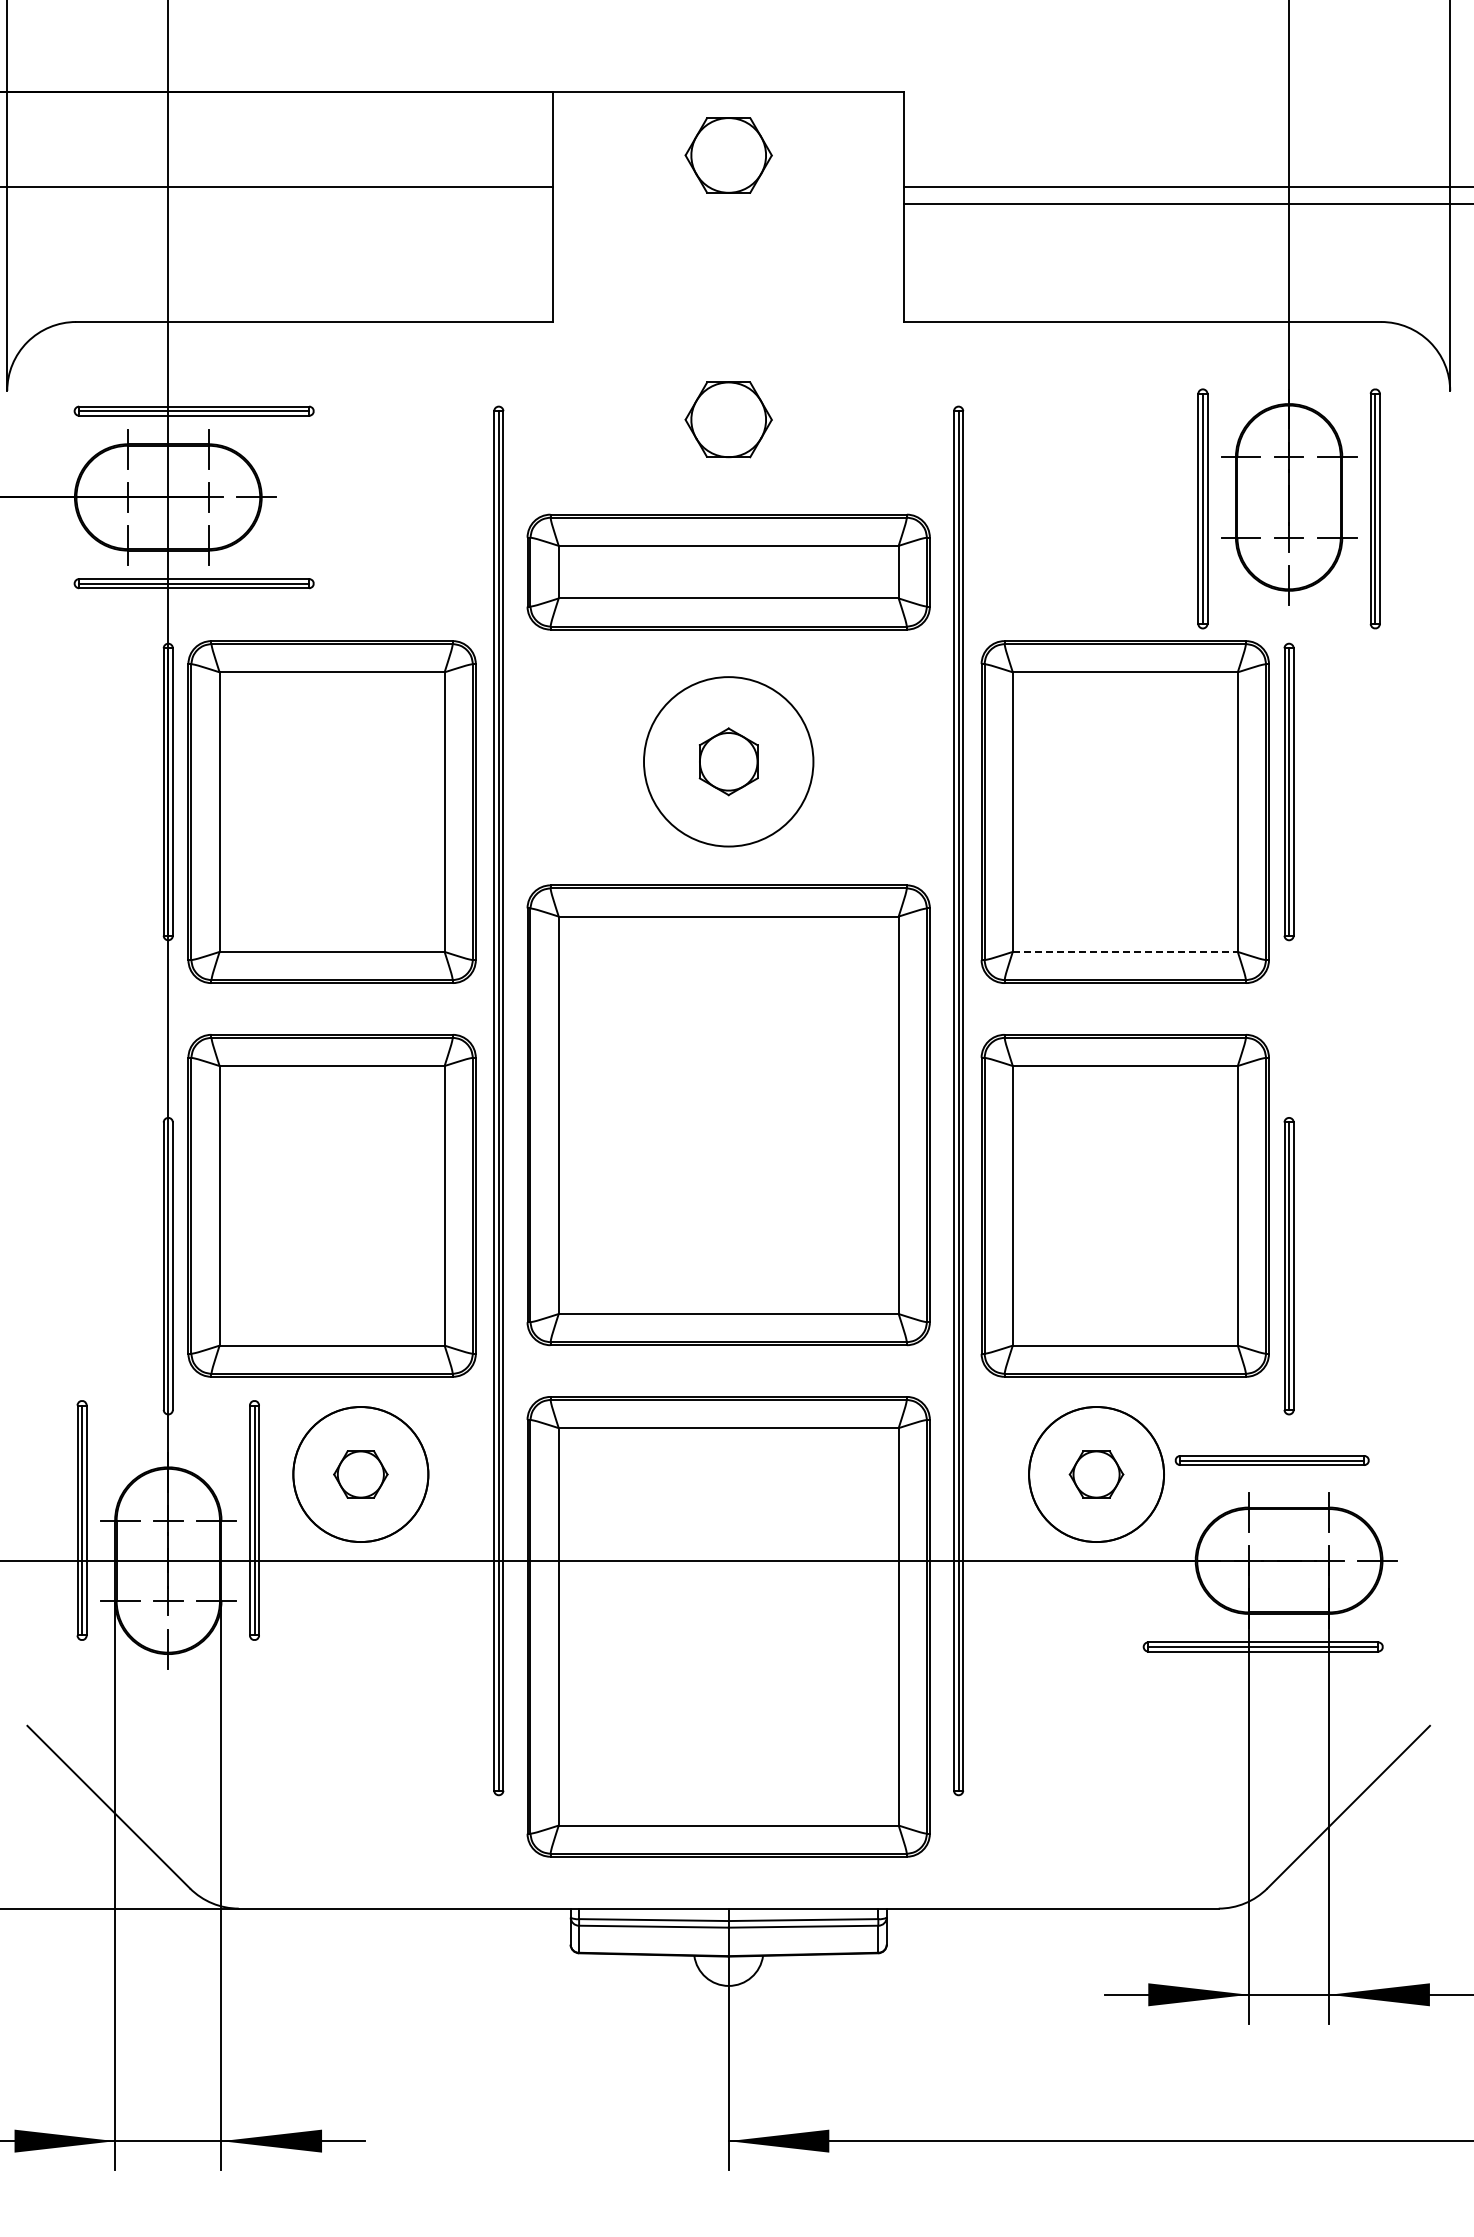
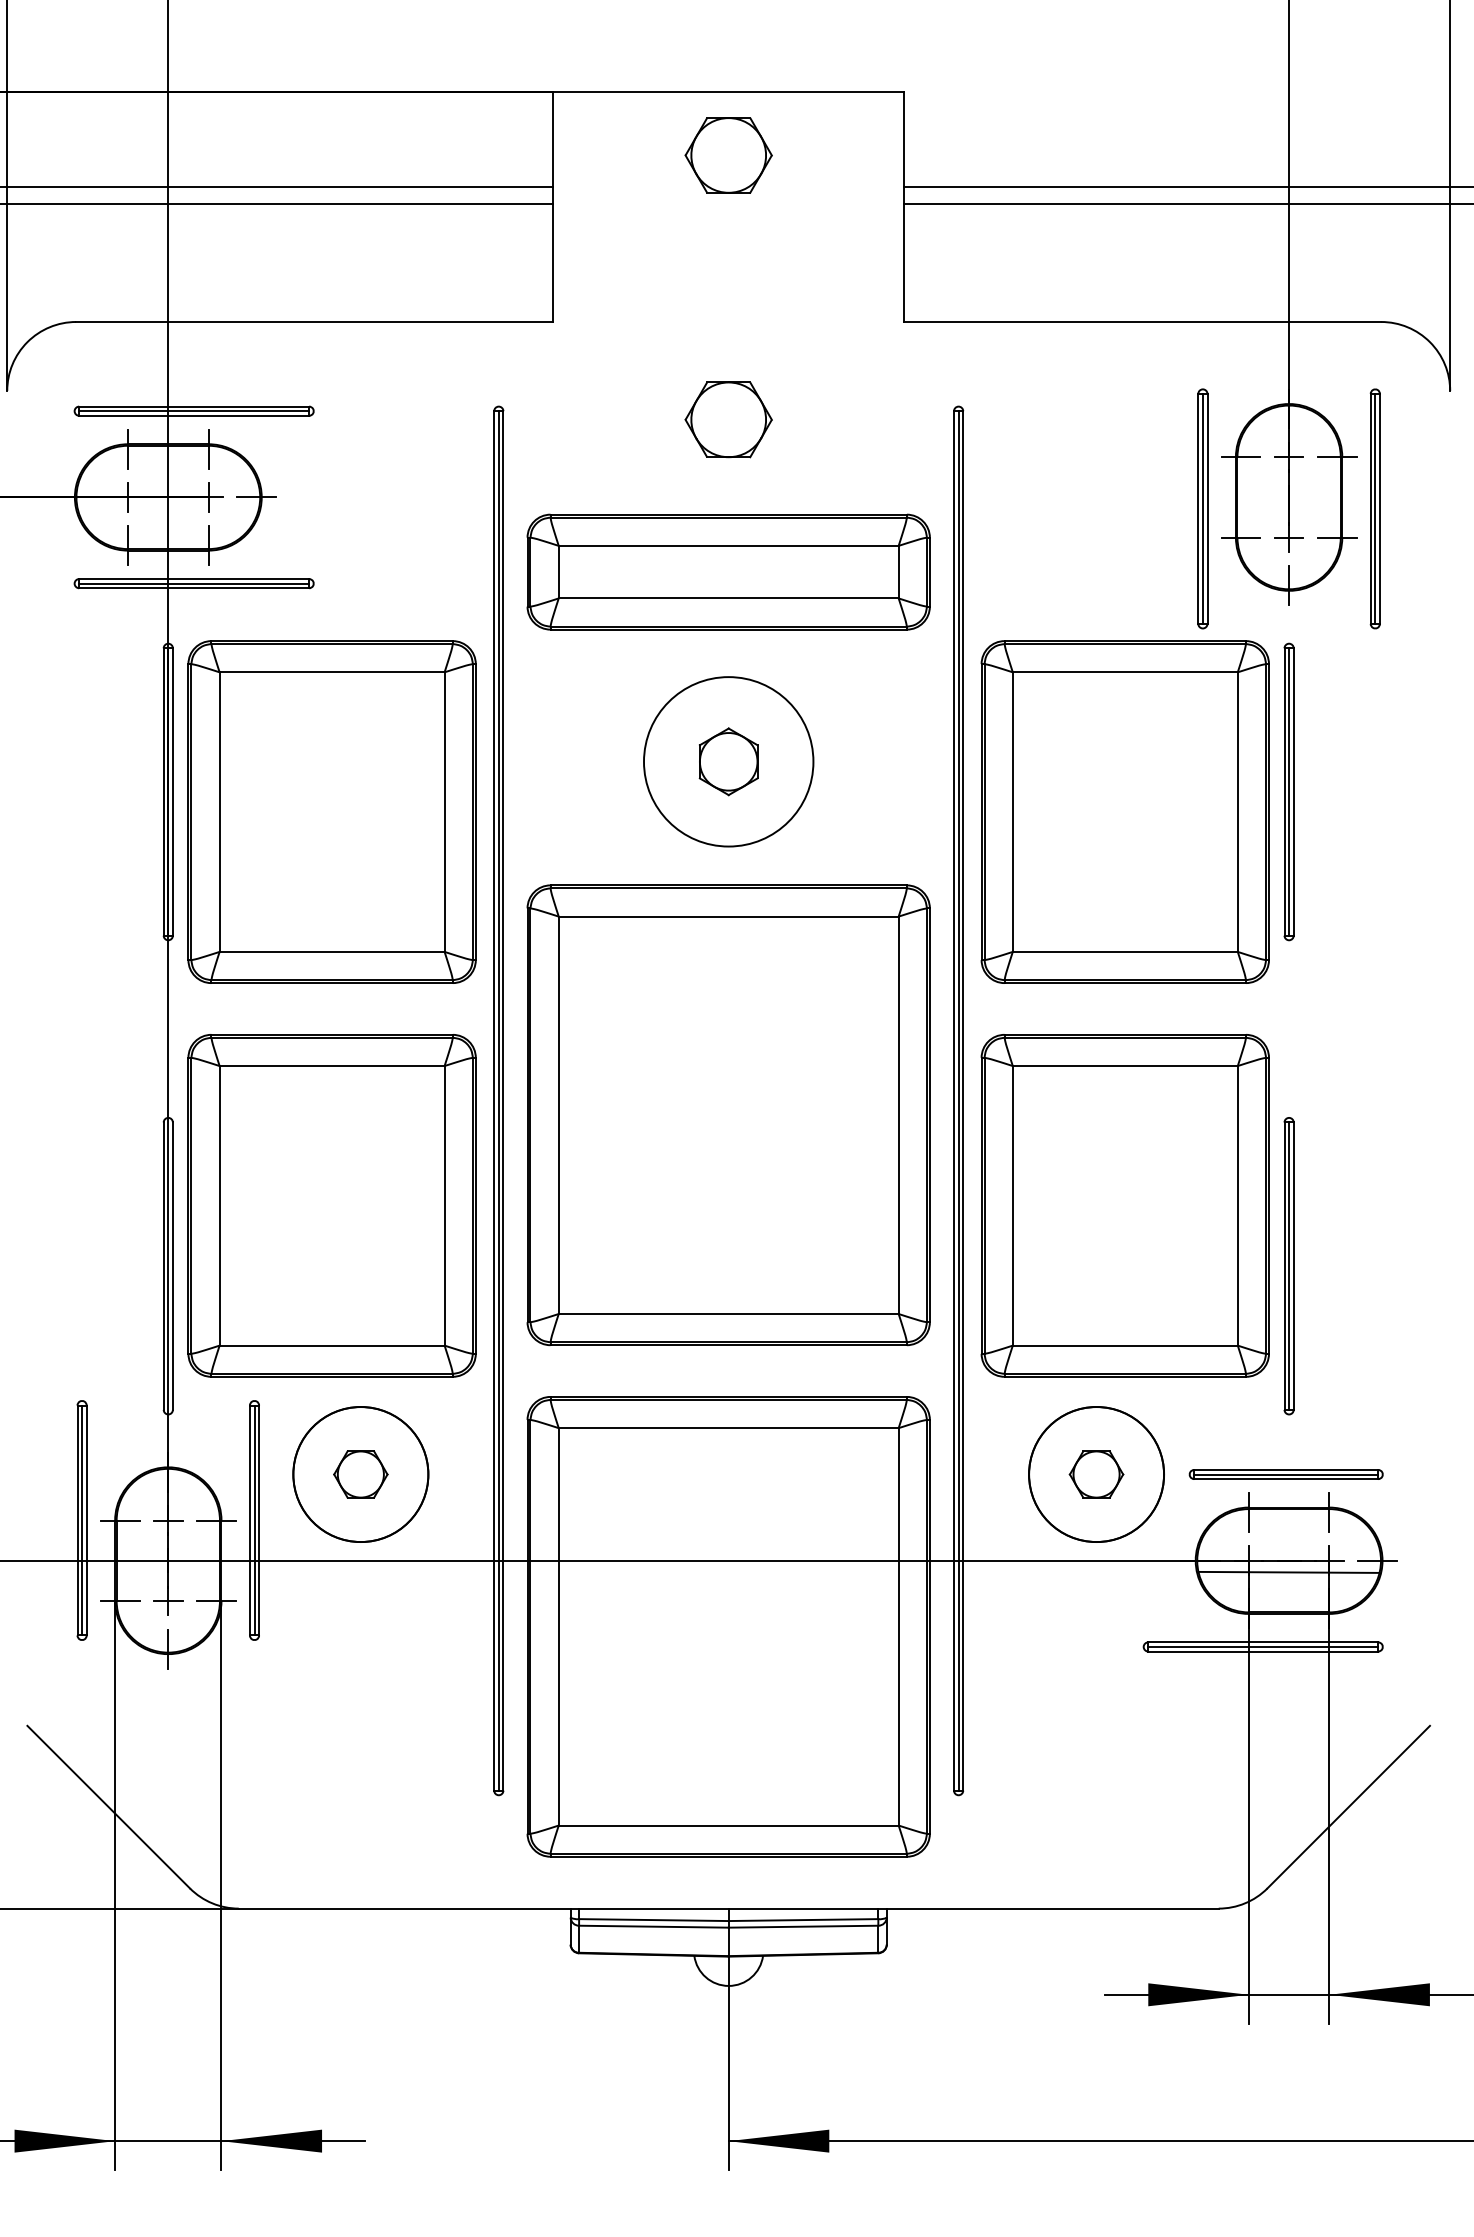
line at (277, 204): none -> present
line at (1125, 951): dashed -> solid
part at (1271, 1460) position: (1271, 1460) -> (1285, 1474)
line at (1288, 1571): none -> present
